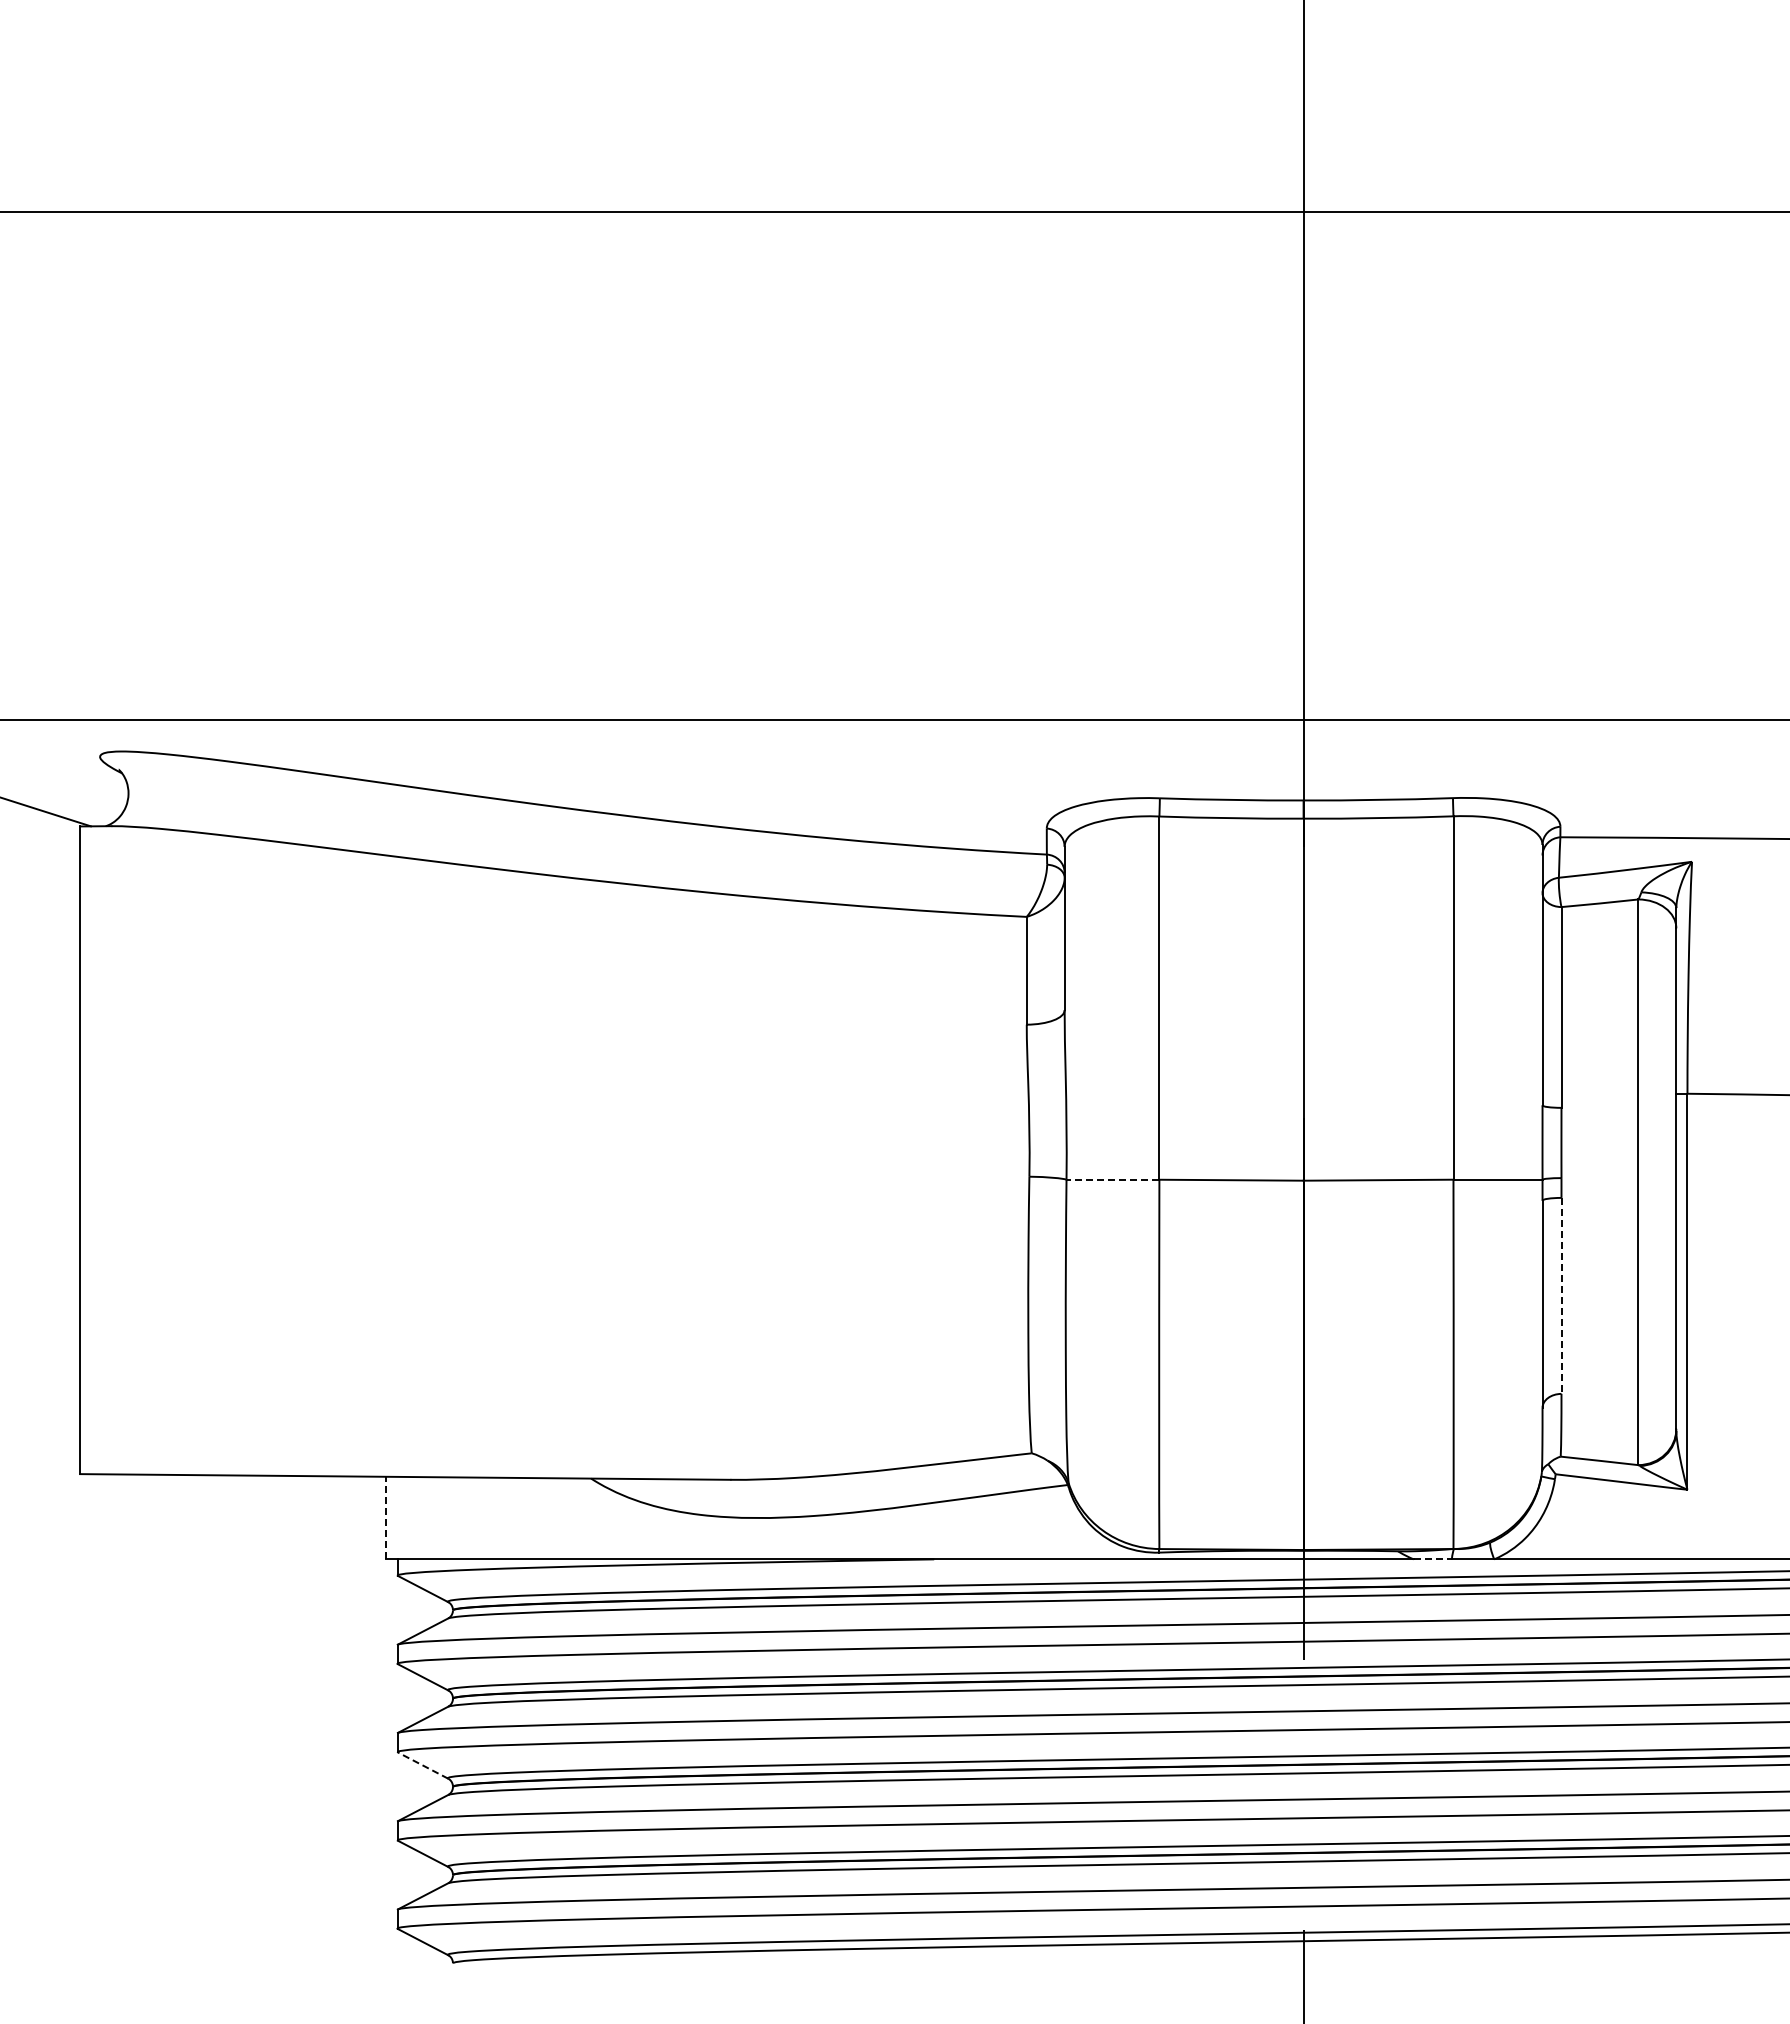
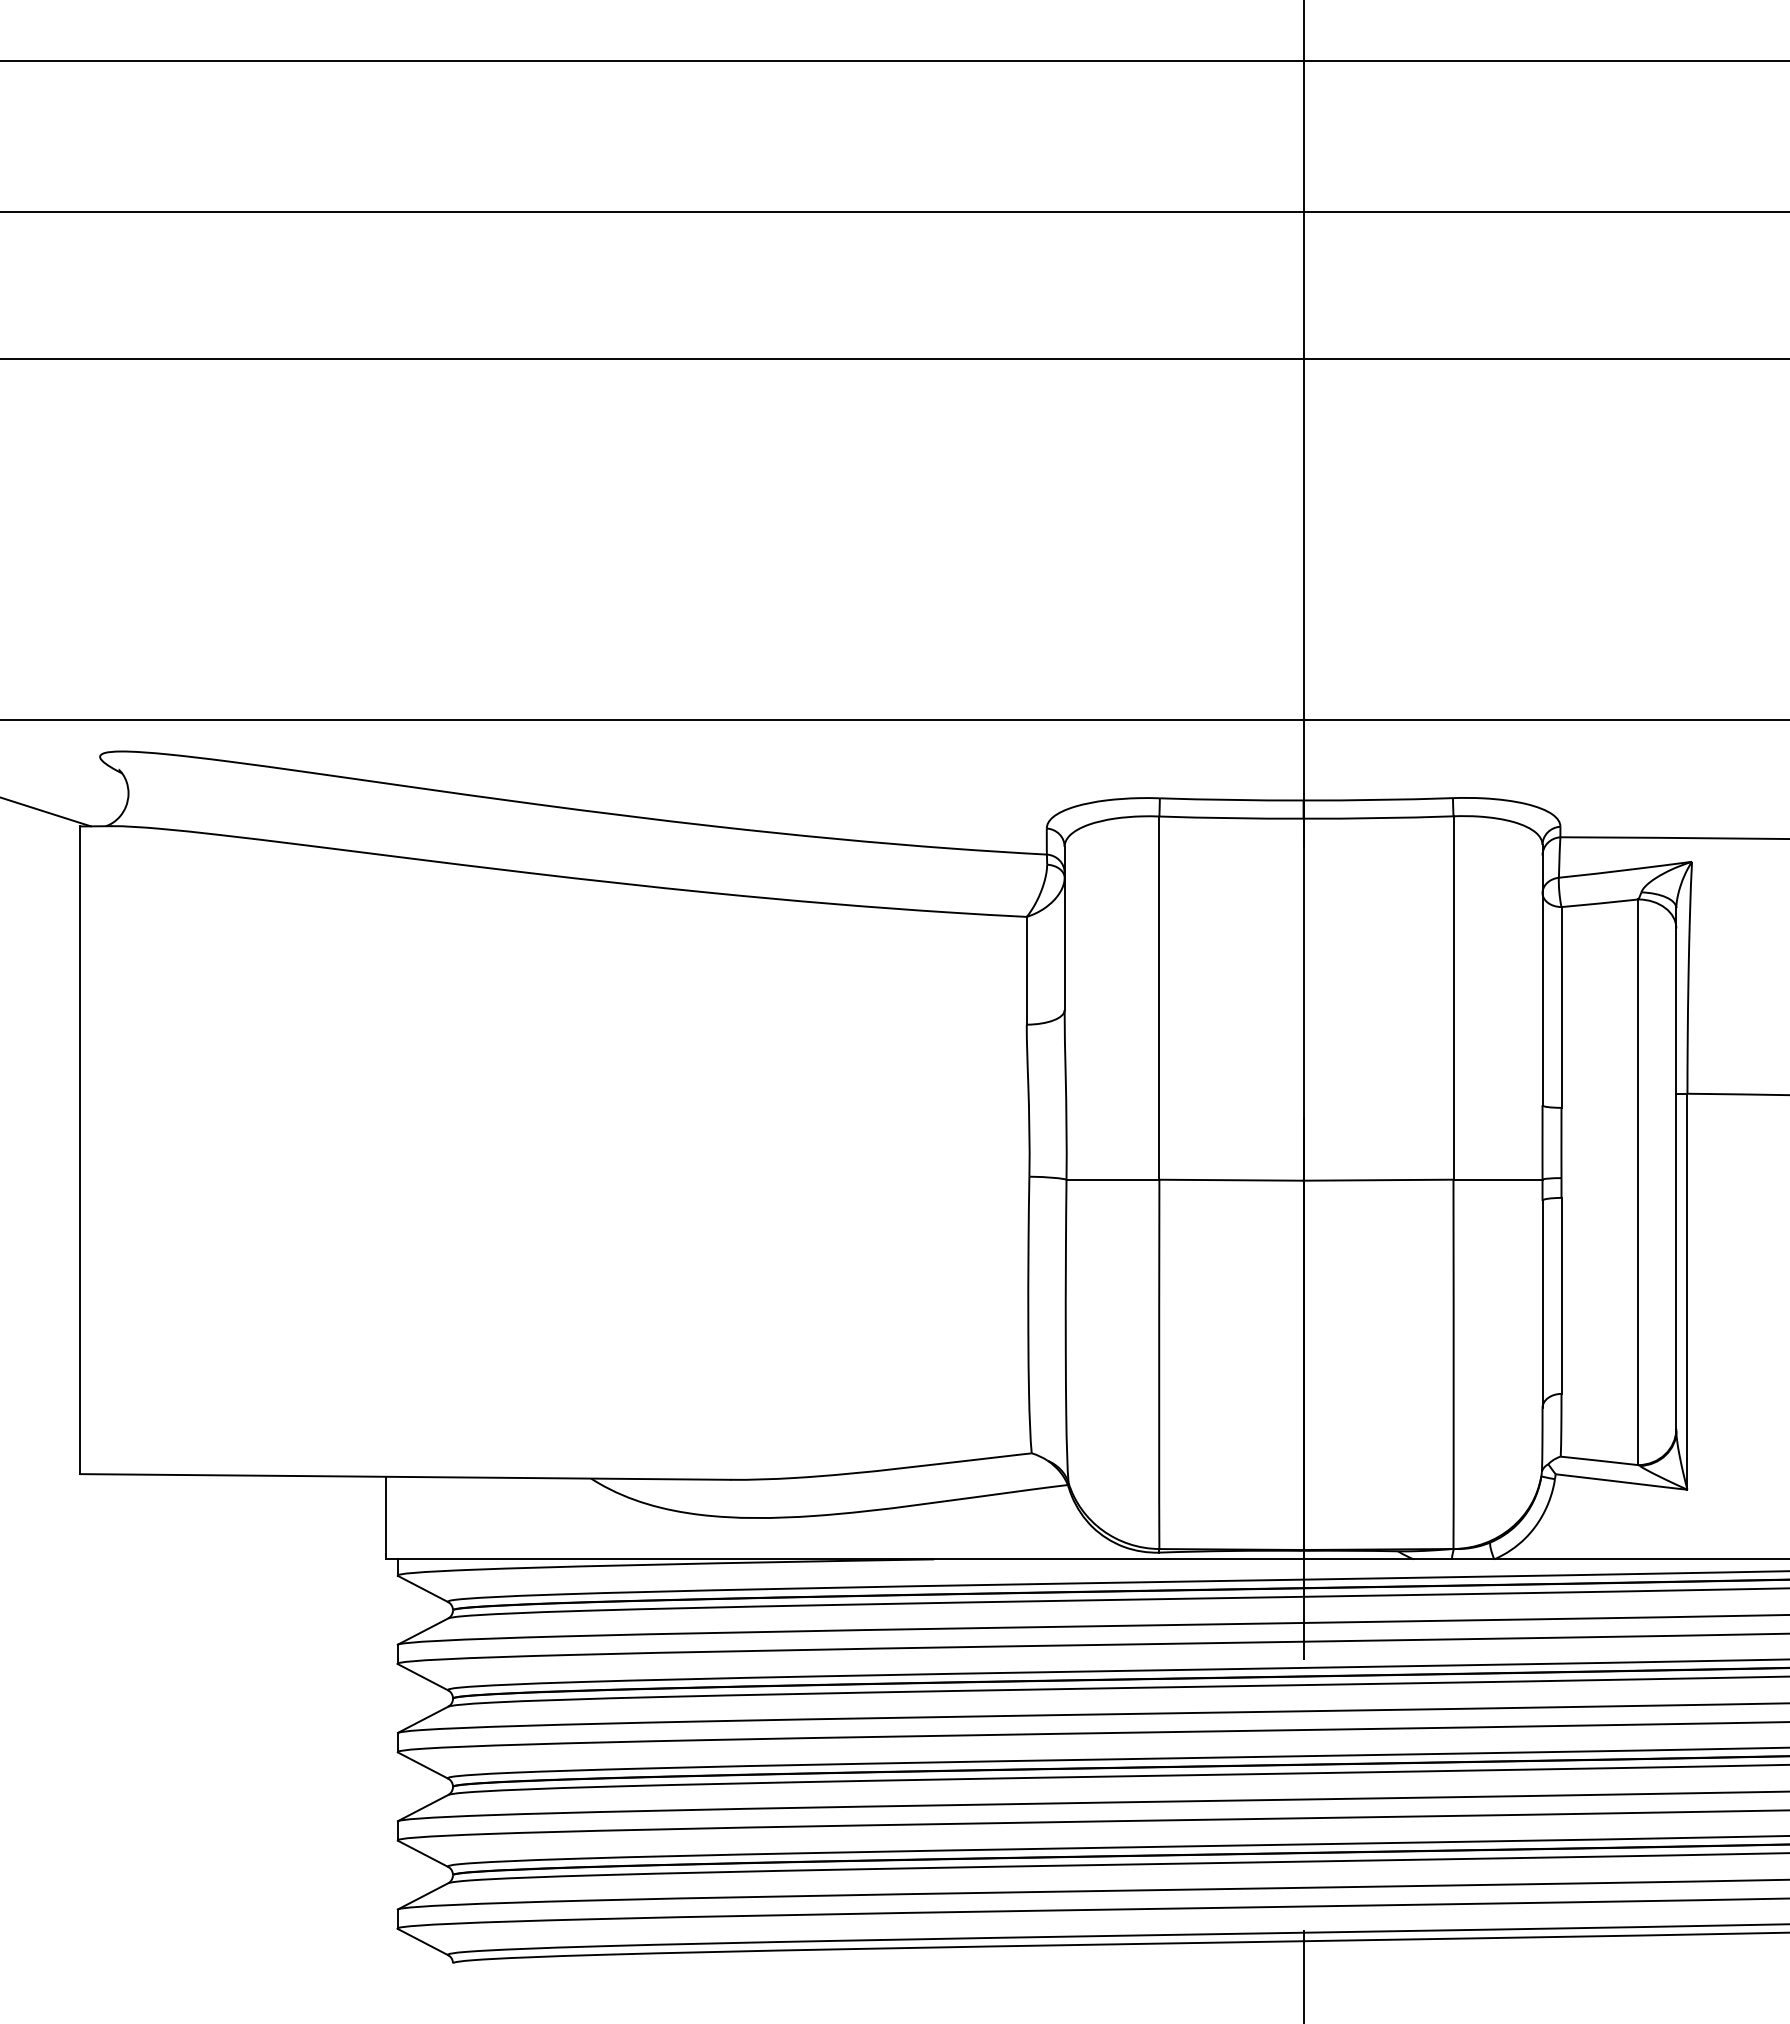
line at (894, 60): none -> present
line at (894, 359): none -> present
line at (1112, 1179): dashed -> solid
line at (1561, 1295): dashed -> solid
line at (386, 1517): dashed -> solid
line at (1433, 1559): dashed -> solid
line at (422, 1765): dashed -> solid
